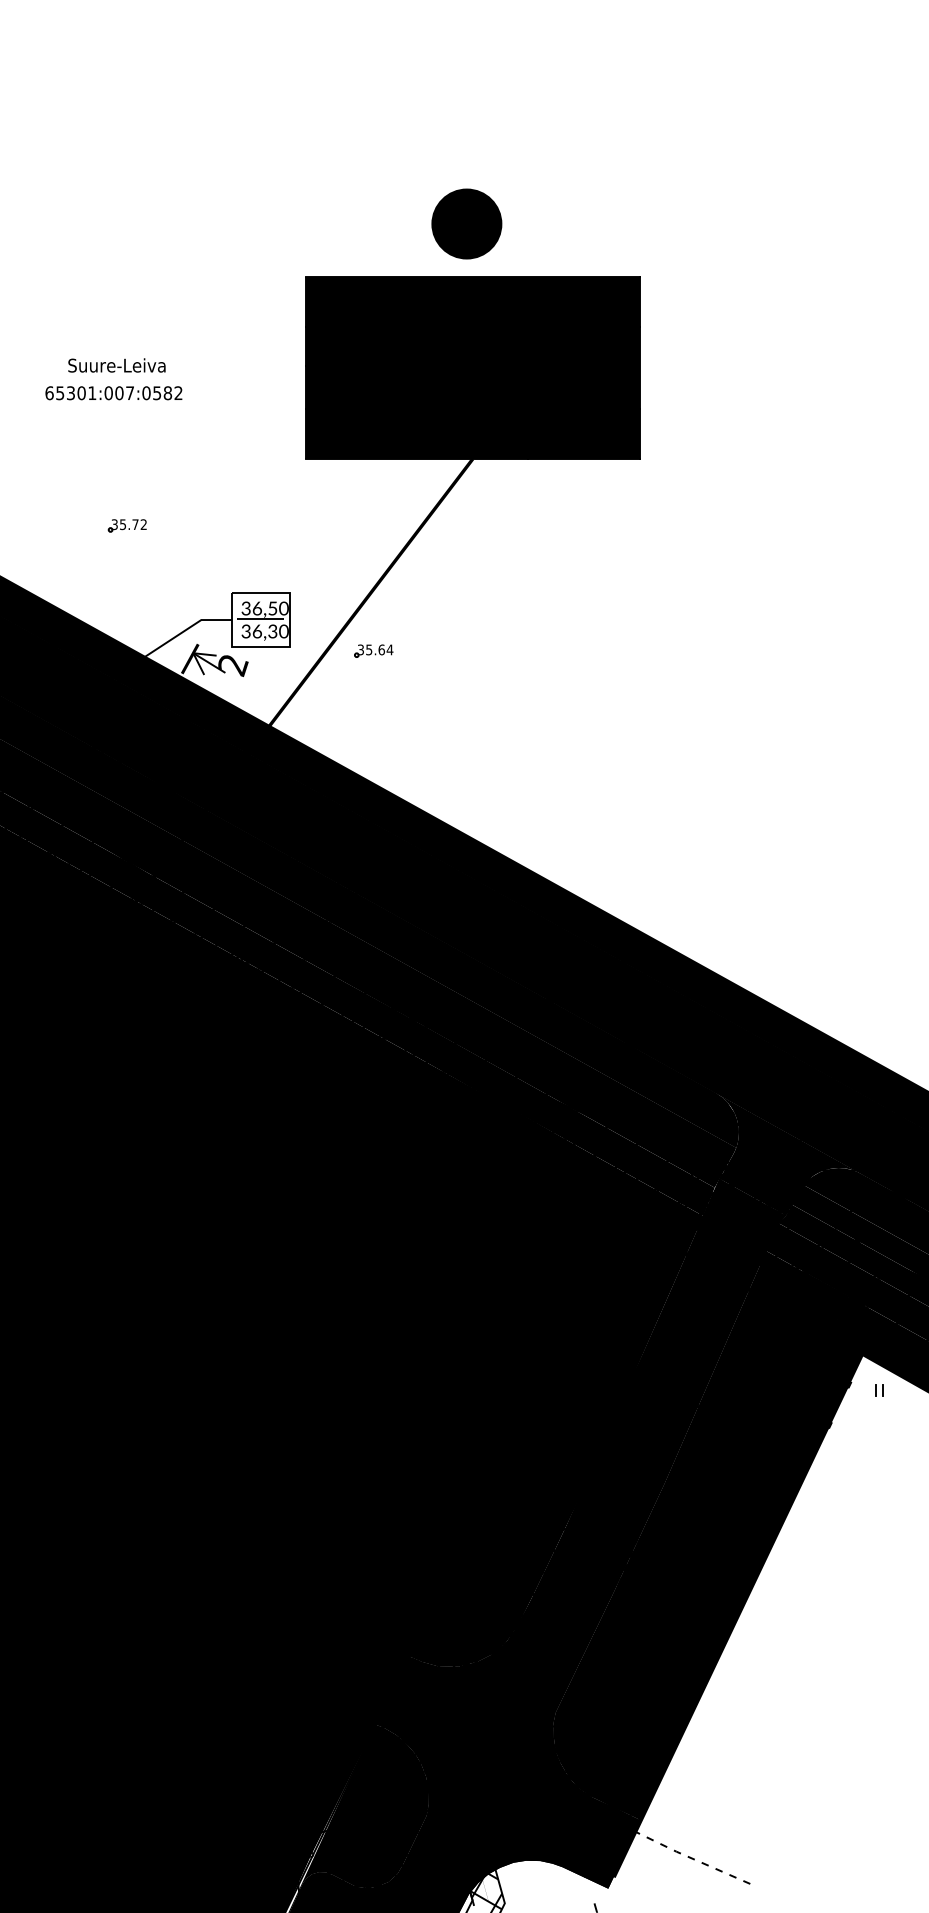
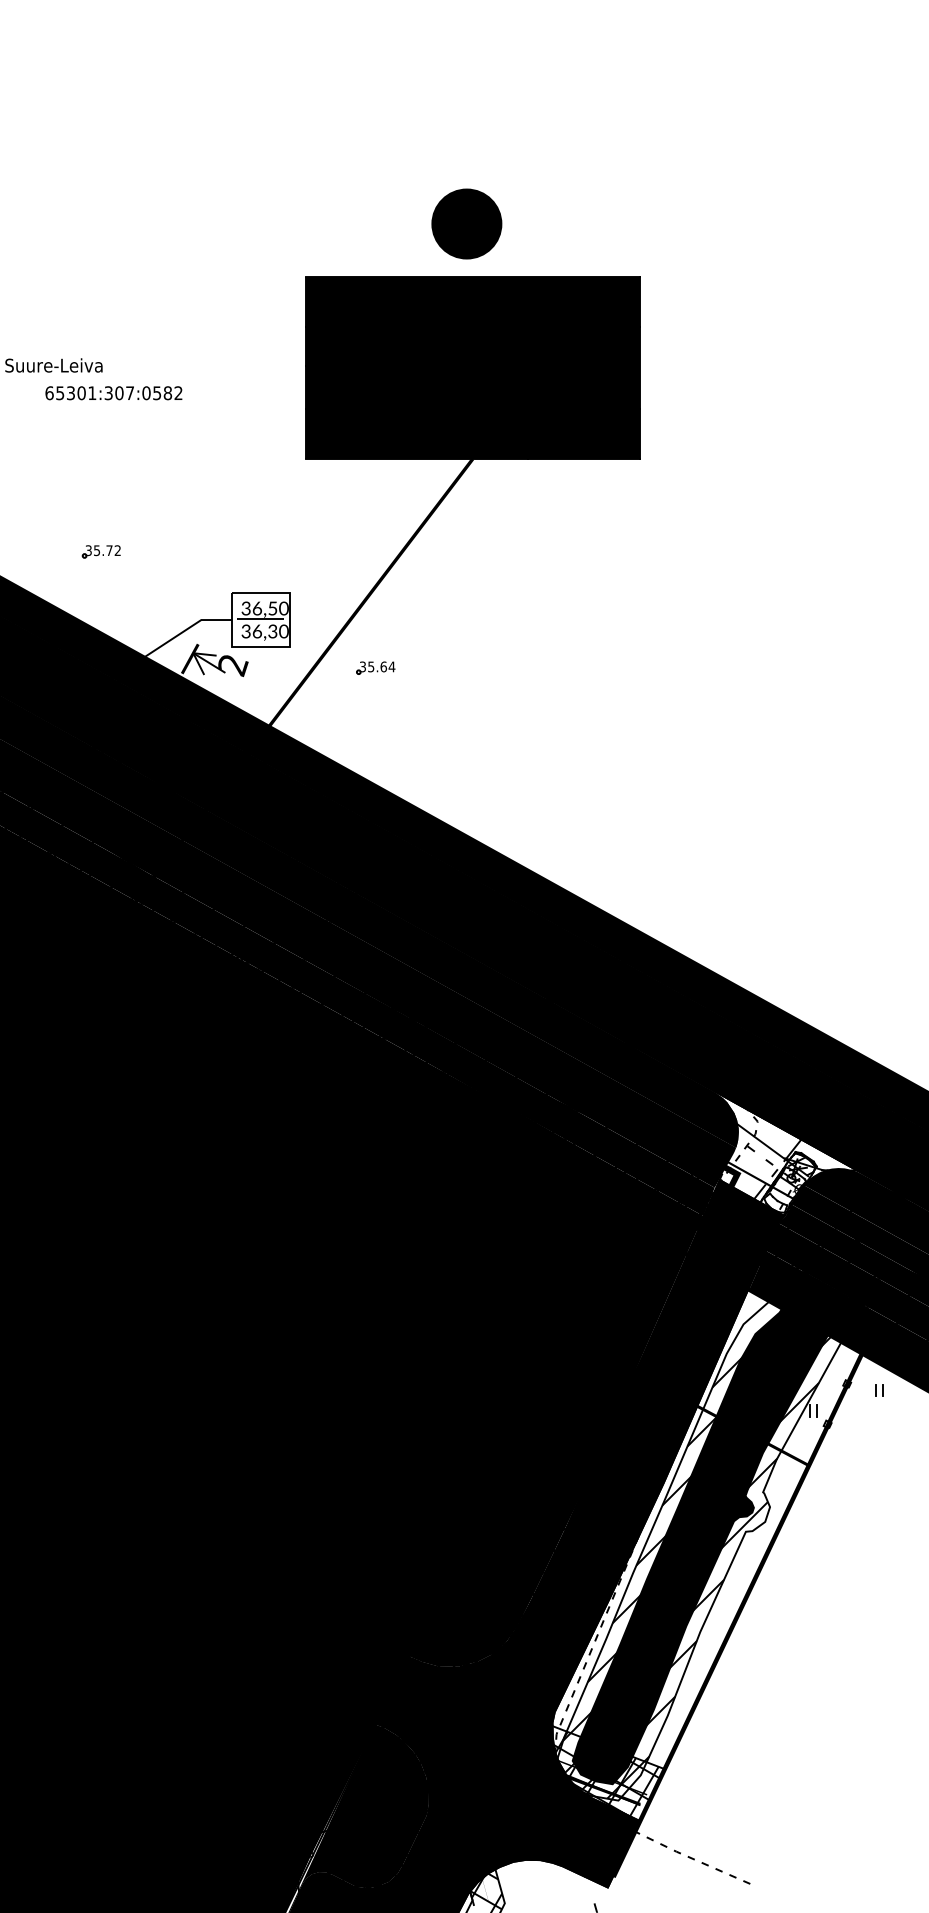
text at (116, 365) position: (116, 365) -> (53, 365)
text at (108, 393): 65301:007:0582 -> 65301:307:0582
part at (126, 525) position: (126, 525) -> (100, 551)
part at (373, 650) position: (373, 650) -> (375, 667)
fill at (788, 1153): present -> none
fill at (707, 1554): present -> none
